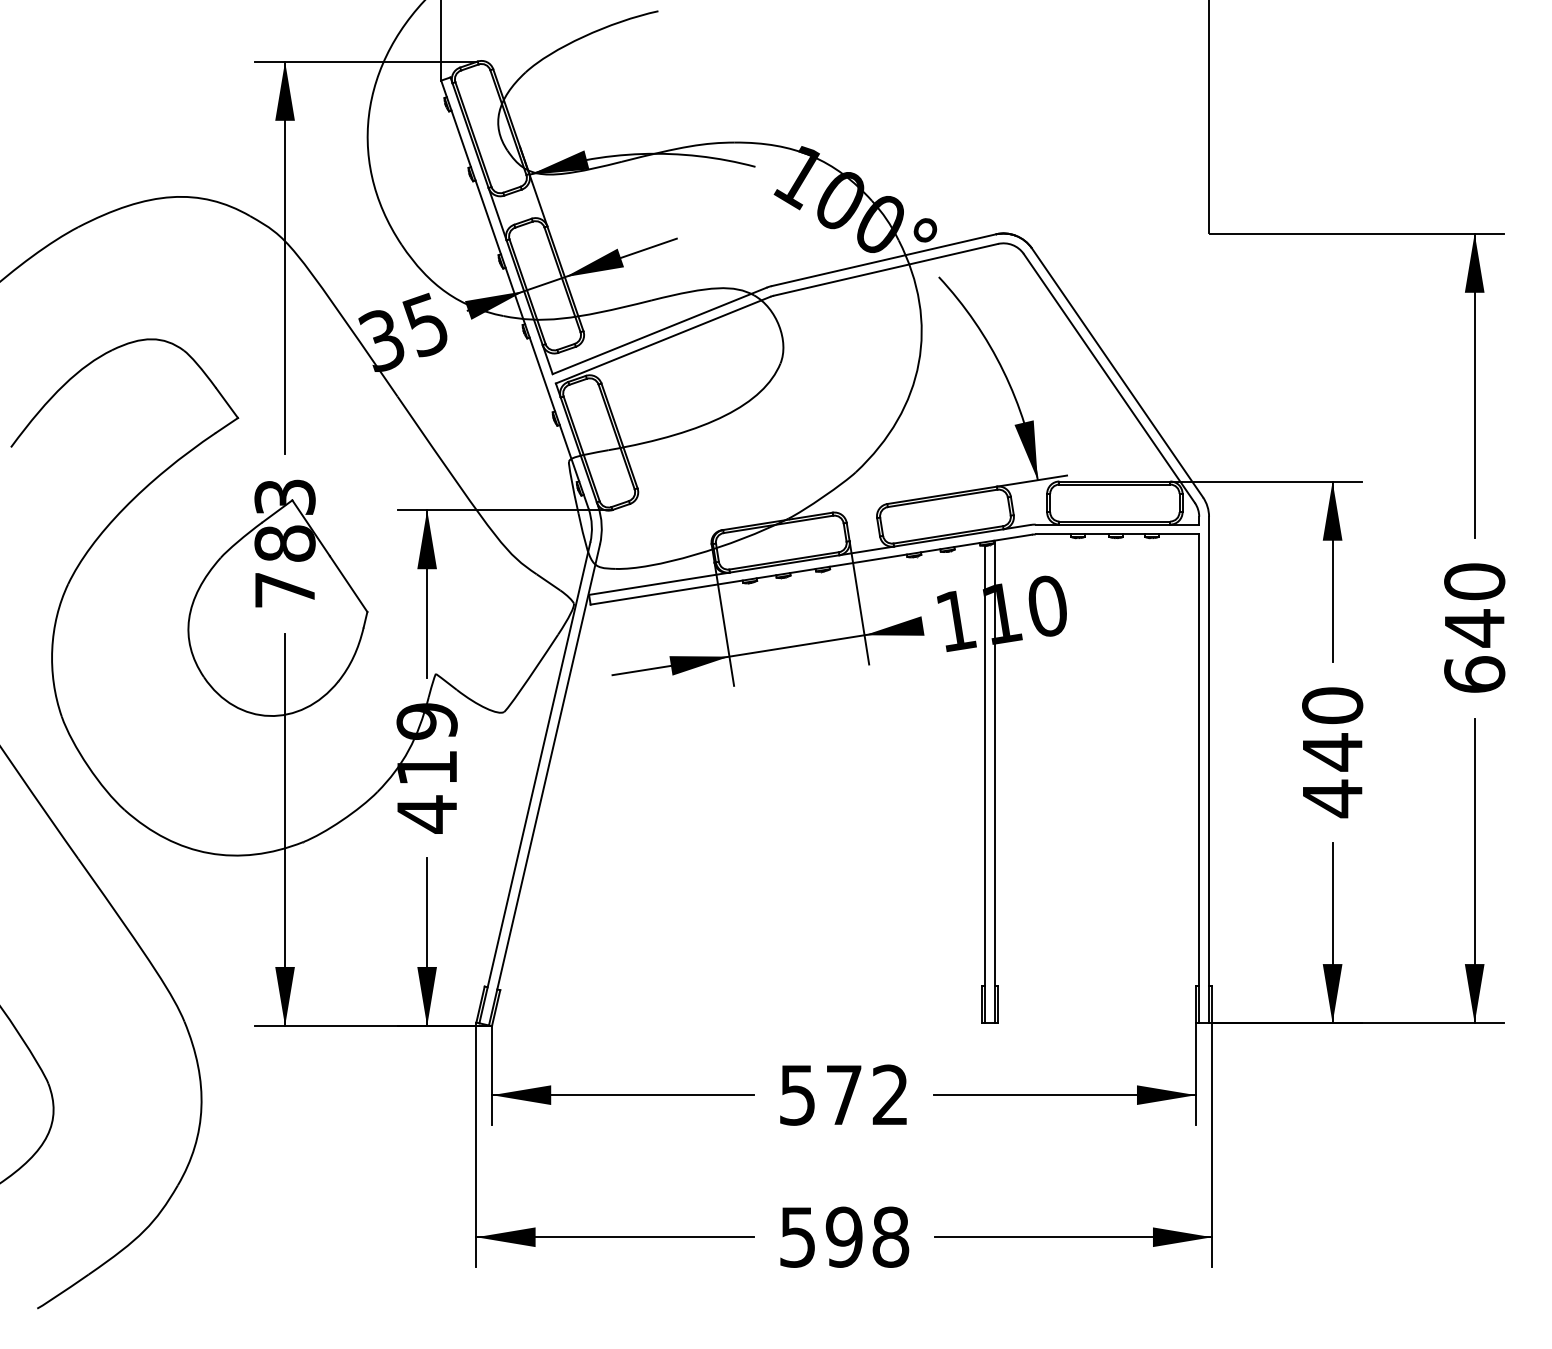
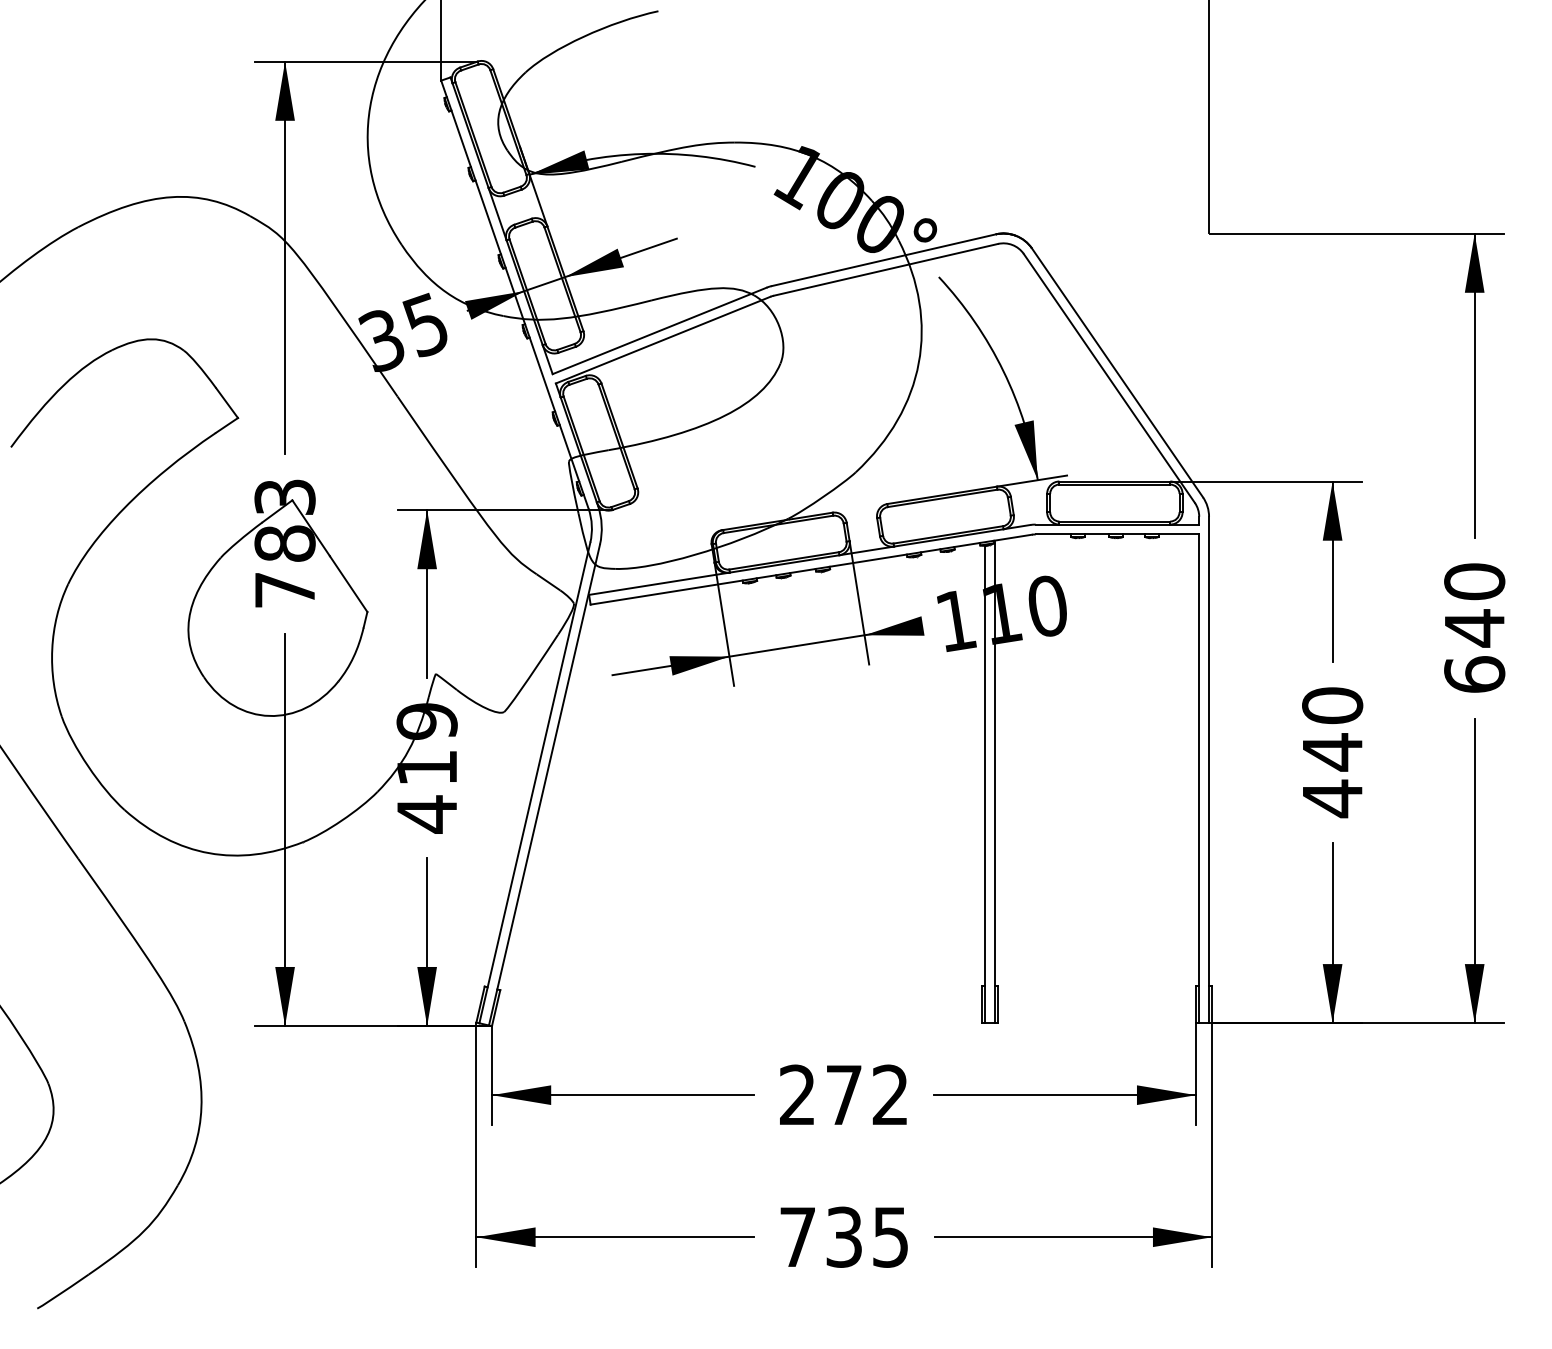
text at (797, 1094): 572 -> 272
text at (844, 1236): 598 -> 735
